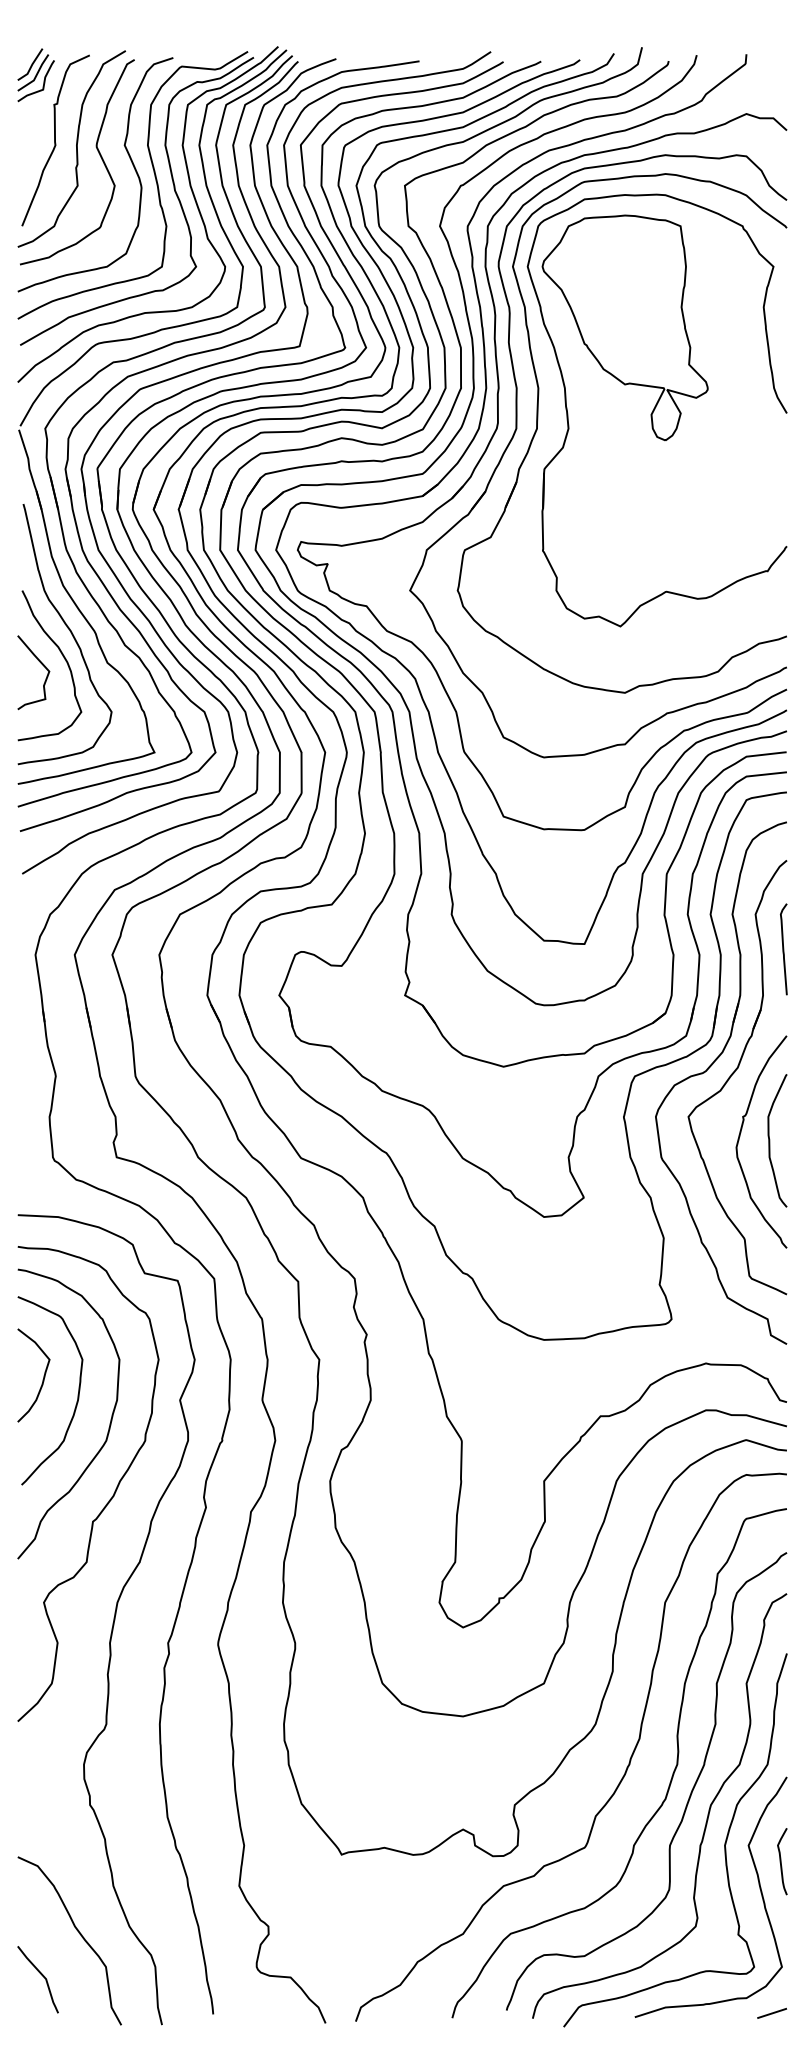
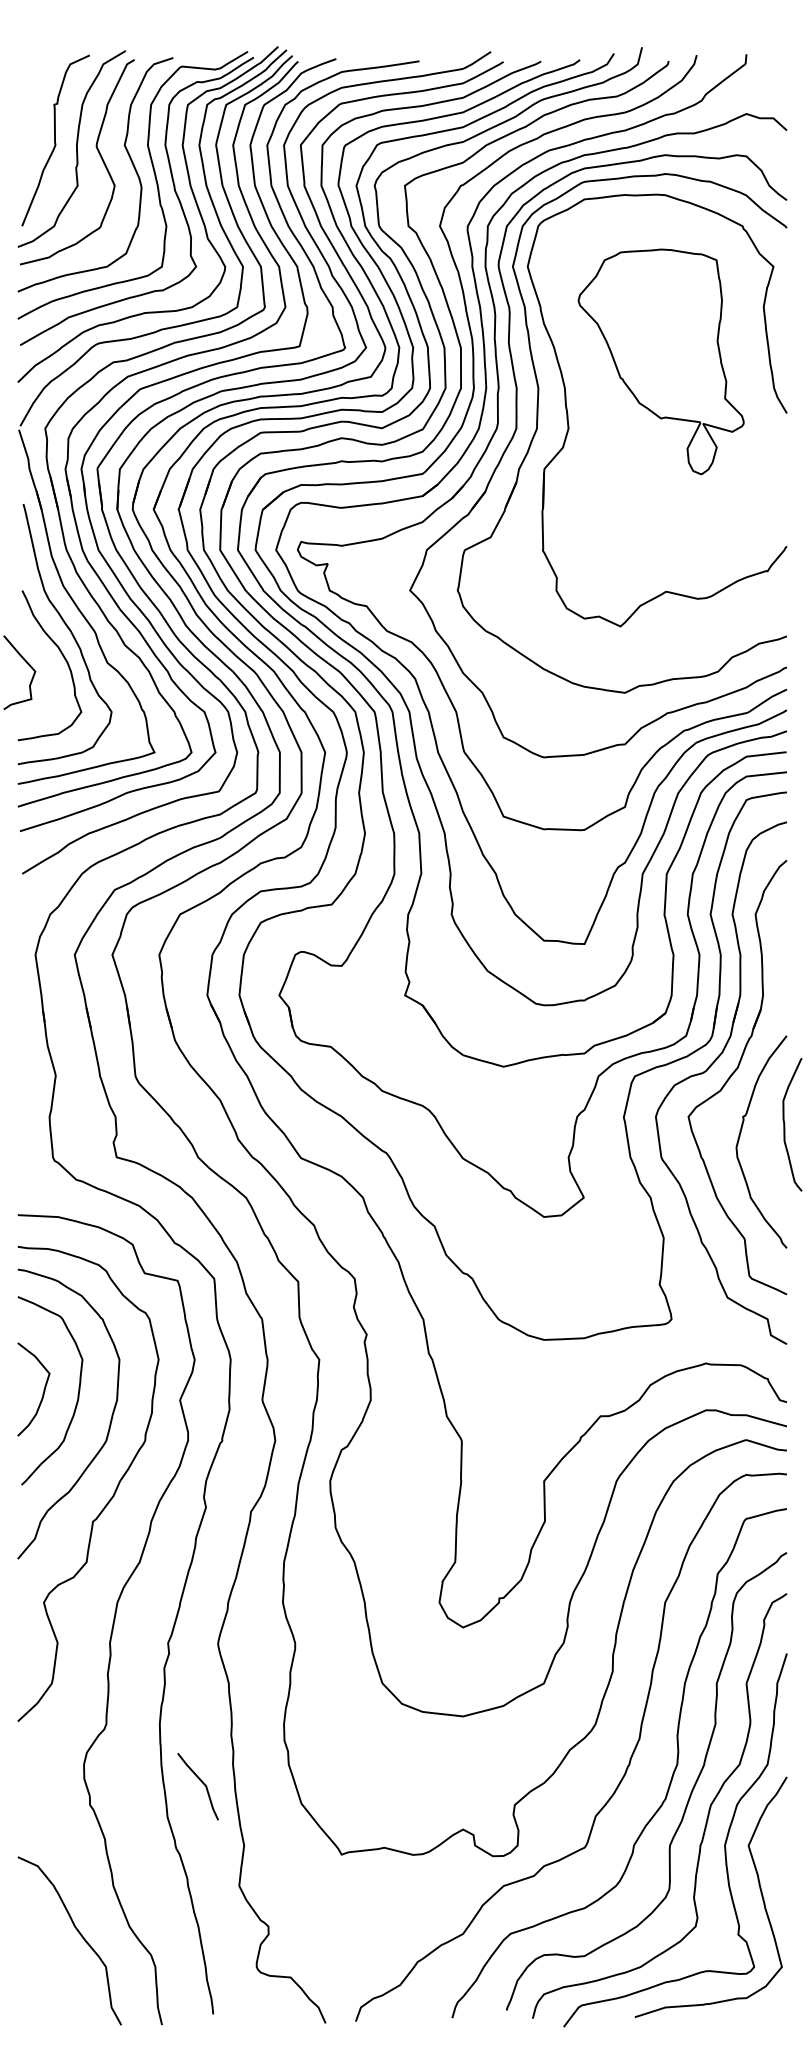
part at (35, 75): present -> none
part at (624, 327) position: (624, 327) -> (660, 361)
curve at (41, 664) position: (41, 664) -> (27, 664)
curve at (783, 949): present -> none
curve at (770, 1140) position: (770, 1140) -> (785, 1124)
curve at (42, 1379) position: (42, 1379) -> (42, 1393)
curve at (781, 1861): present -> none
curve at (41, 1975) position: (41, 1975) -> (201, 1782)
line at (771, 2012): present -> none
